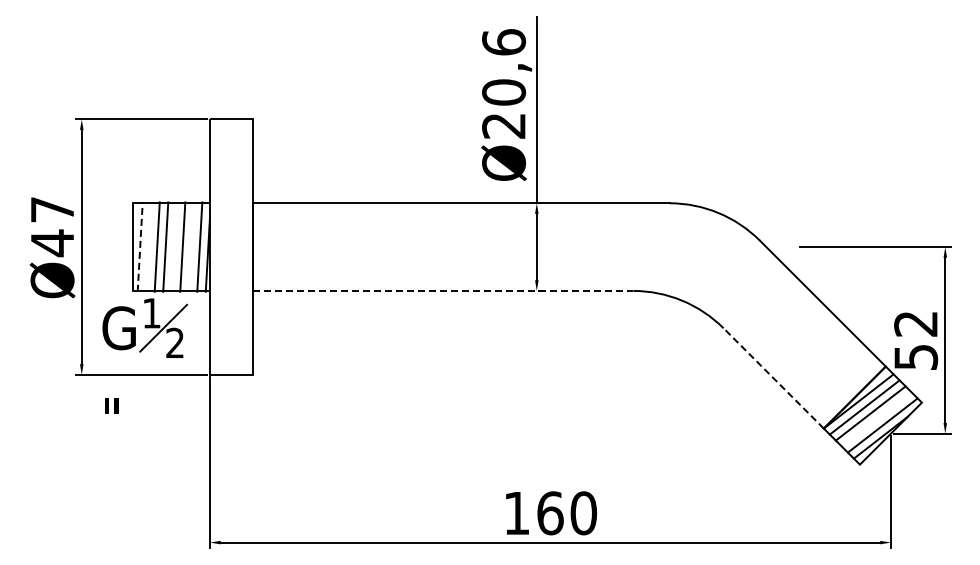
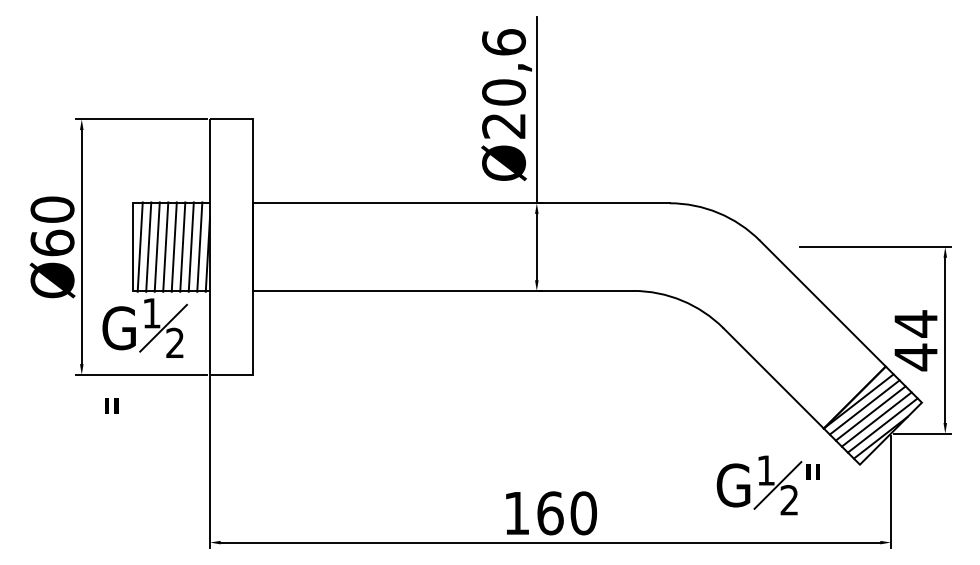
text at (52, 226): Ø47 -> Ø60
line at (148, 246): none -> present
line at (173, 246): none -> present
line at (190, 246): none -> present
line at (140, 247): dashed -> solid
line at (443, 290): dashed -> solid
text at (916, 340): 52 -> 44
line at (773, 378): dashed -> solid
line at (876, 419): none -> present
part at (767, 485): none -> present
